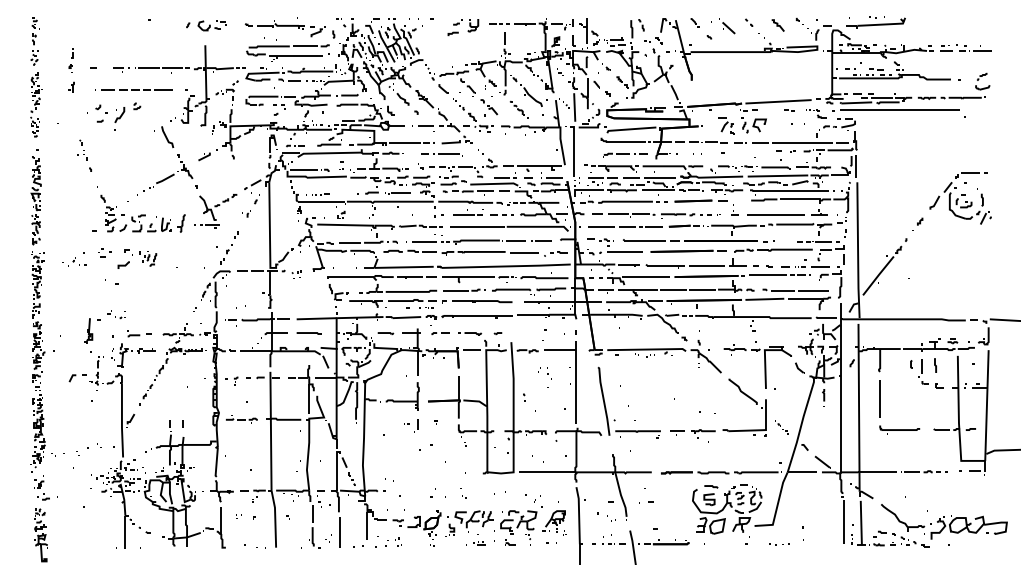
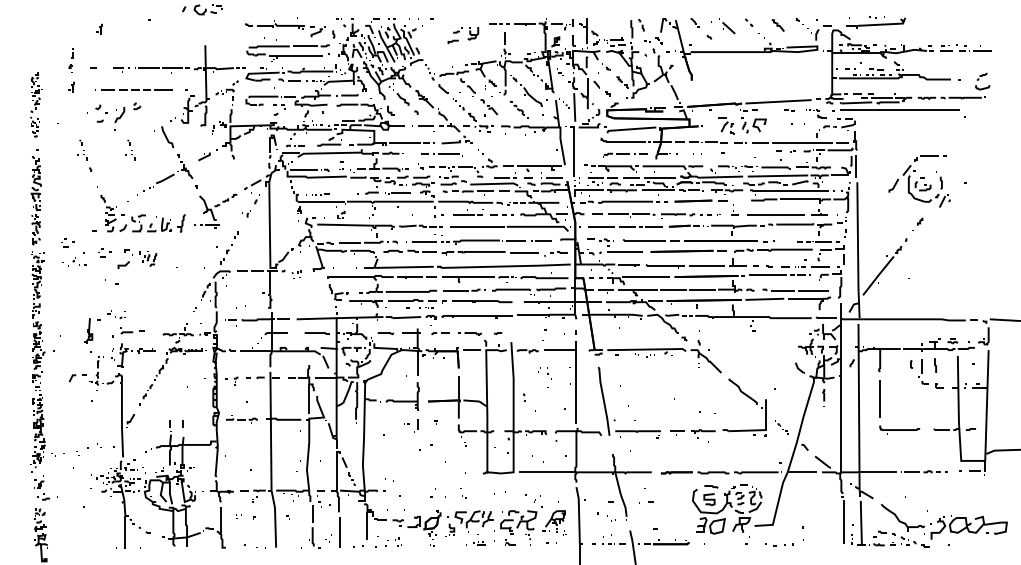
part at (206, 25) position: (206, 25) -> (202, 9)
part at (463, 27) position: (463, 27) -> (463, 35)
part at (99, 28): none -> present
part at (34, 41): present -> none
part at (130, 149): none -> present
part at (960, 198) position: (960, 198) -> (919, 181)
part at (67, 242): none -> present
part at (139, 333) position: (139, 333) -> (132, 330)
line at (308, 333) position: (308, 333) -> (316, 333)
part at (764, 364): present -> none
part at (779, 544) size: 21x3 px -> 29x4 px
